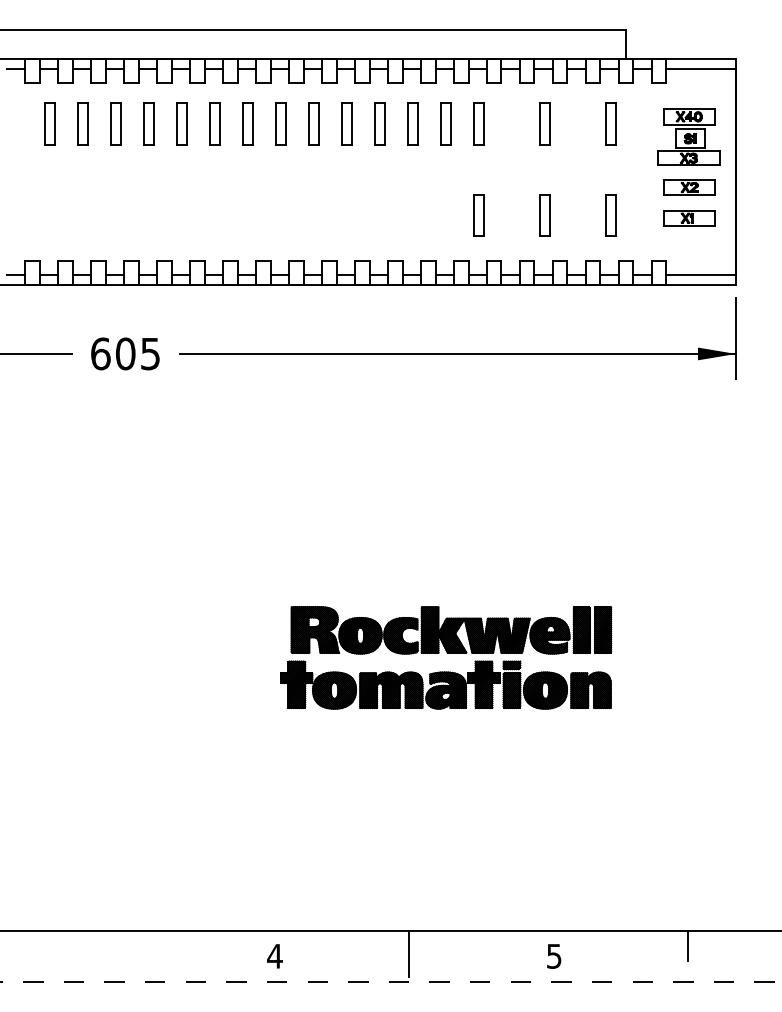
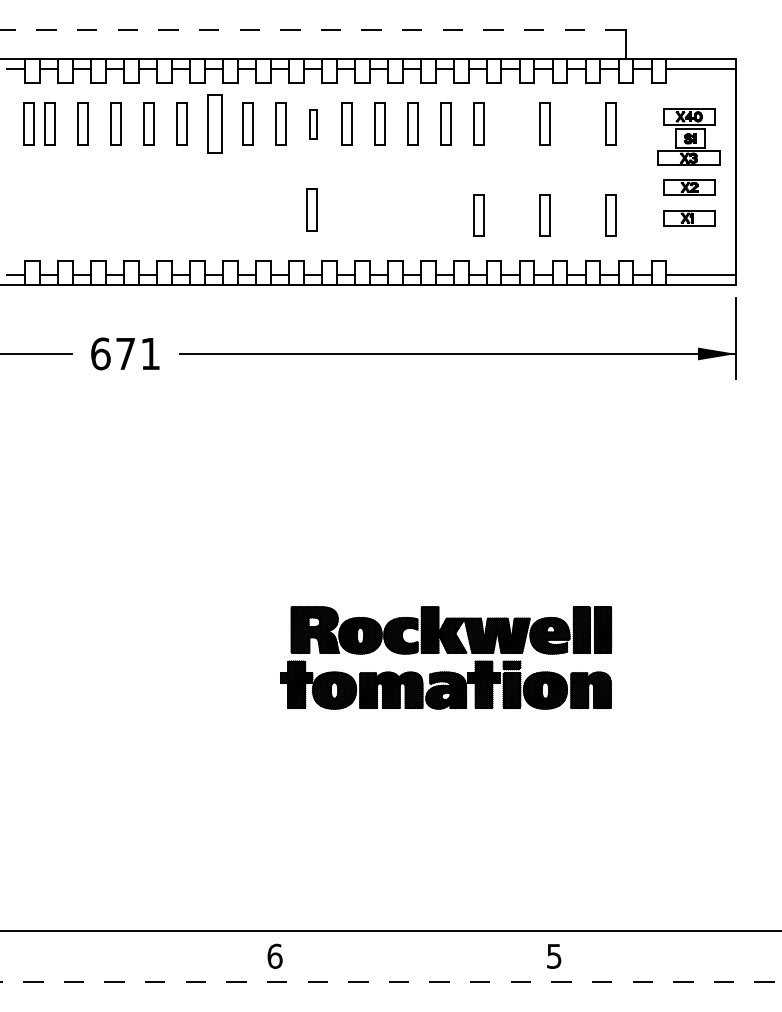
line at (312, 30): solid -> dashed
part at (28, 123): none -> present
part at (214, 123) size: 12x44 px -> 16x60 px
part at (313, 123) size: 12x44 px -> 9x31 px
part at (311, 209): none -> present
text at (137, 353): 605 -> 671
line at (688, 945): present -> none
line at (409, 953): present -> none
text at (274, 955): 4 -> 6
